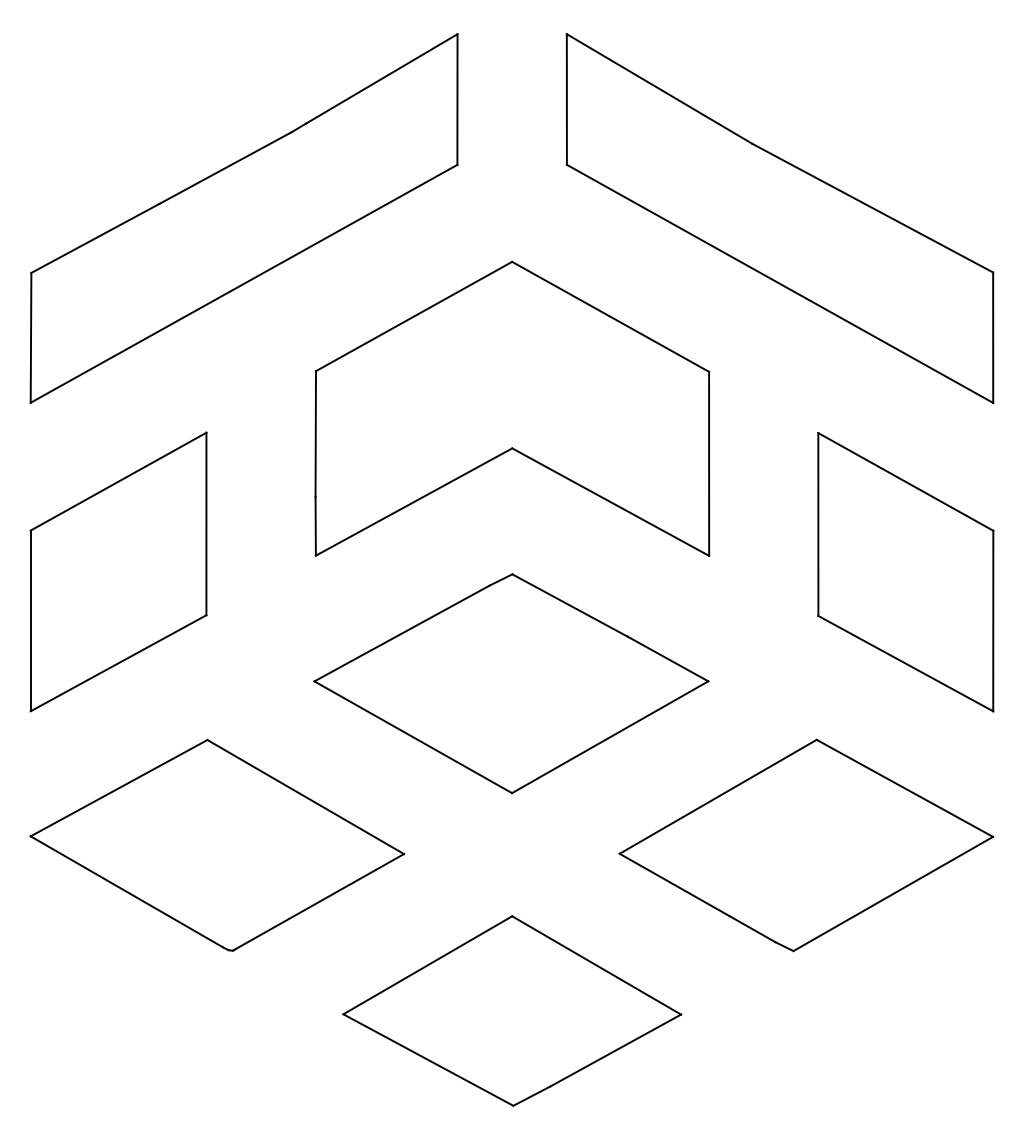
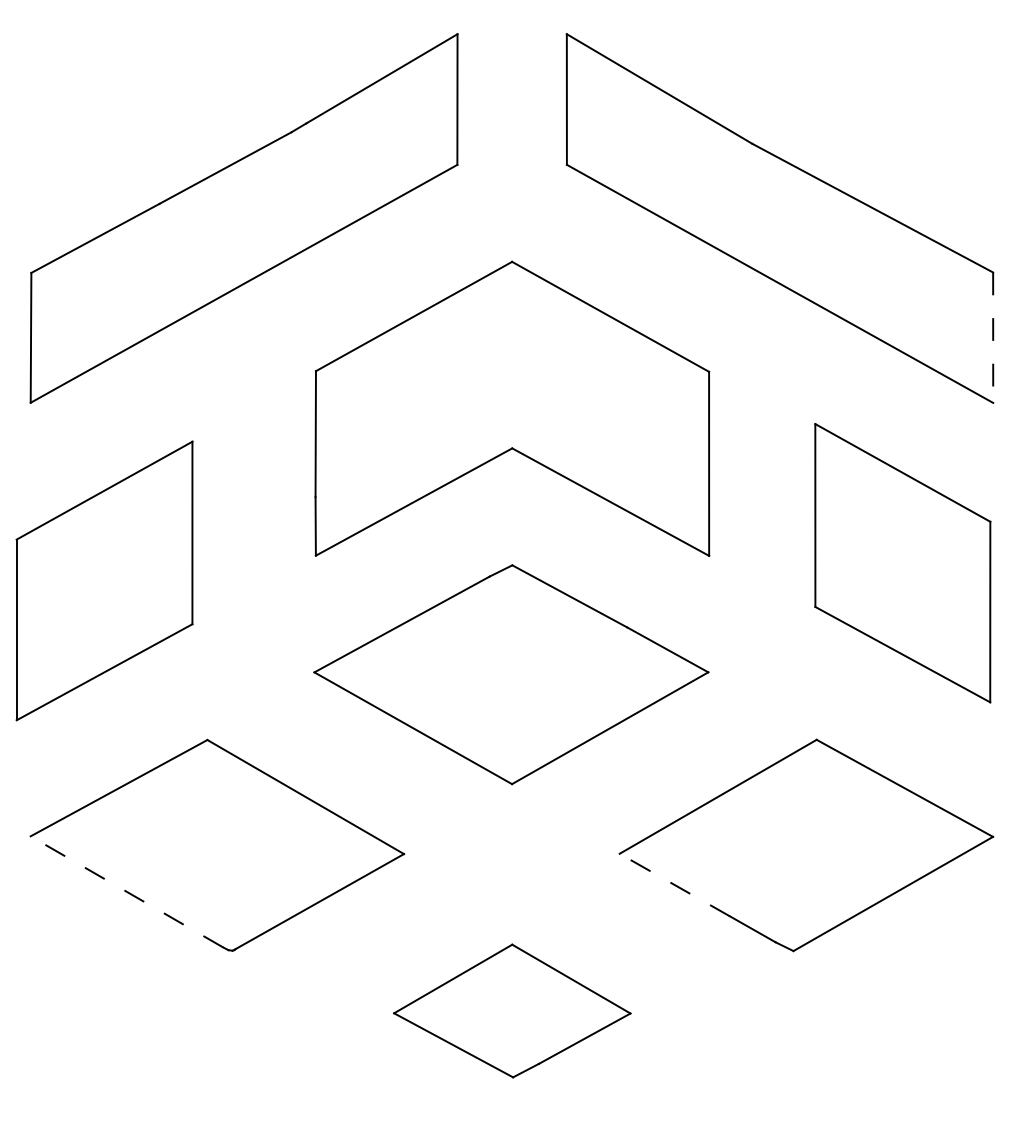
line at (993, 338): solid -> dashed
part at (118, 571) position: (118, 571) -> (104, 580)
part at (905, 572) position: (905, 572) -> (902, 563)
part at (511, 683) position: (511, 683) -> (511, 674)
line at (674, 884): solid -> dashed
line at (126, 891): solid -> dashed
part at (512, 1010) size: 341x192 px -> 239x136 px
